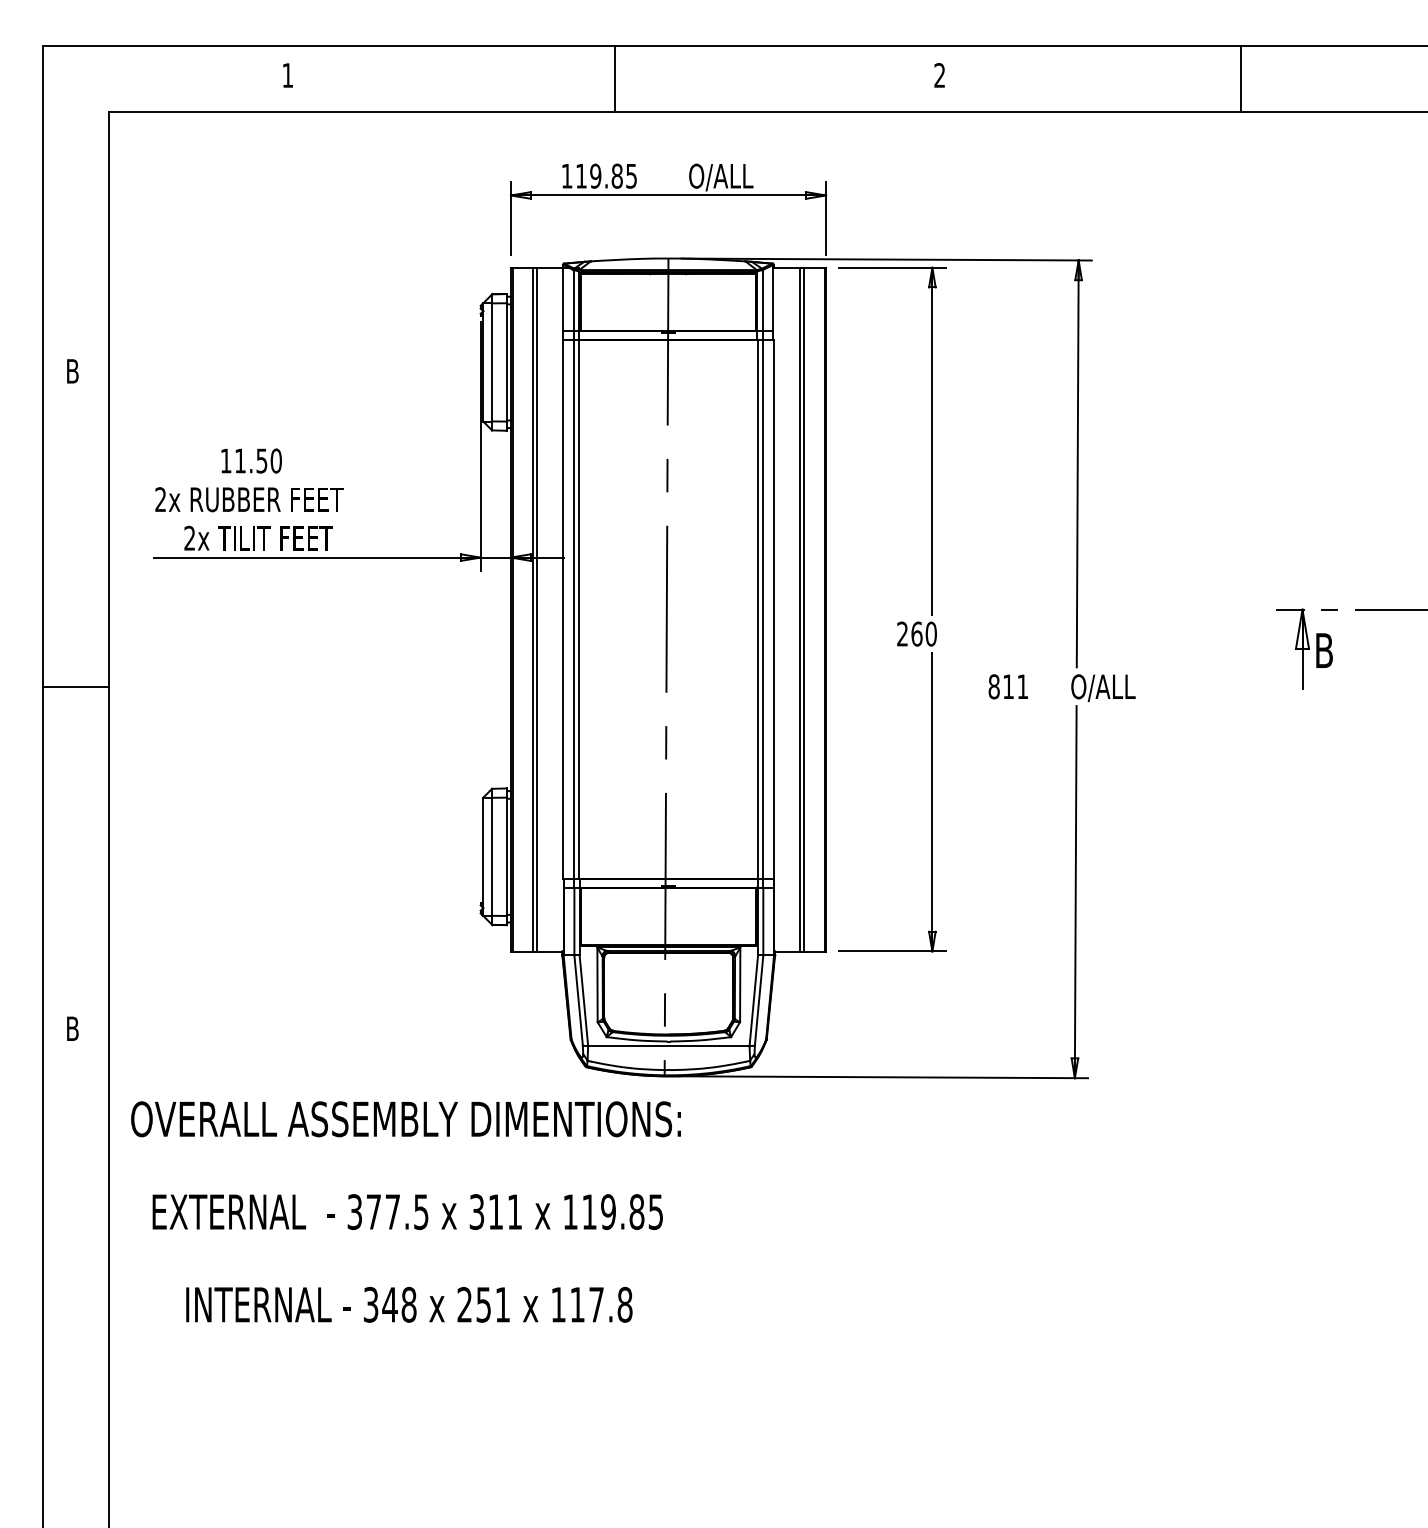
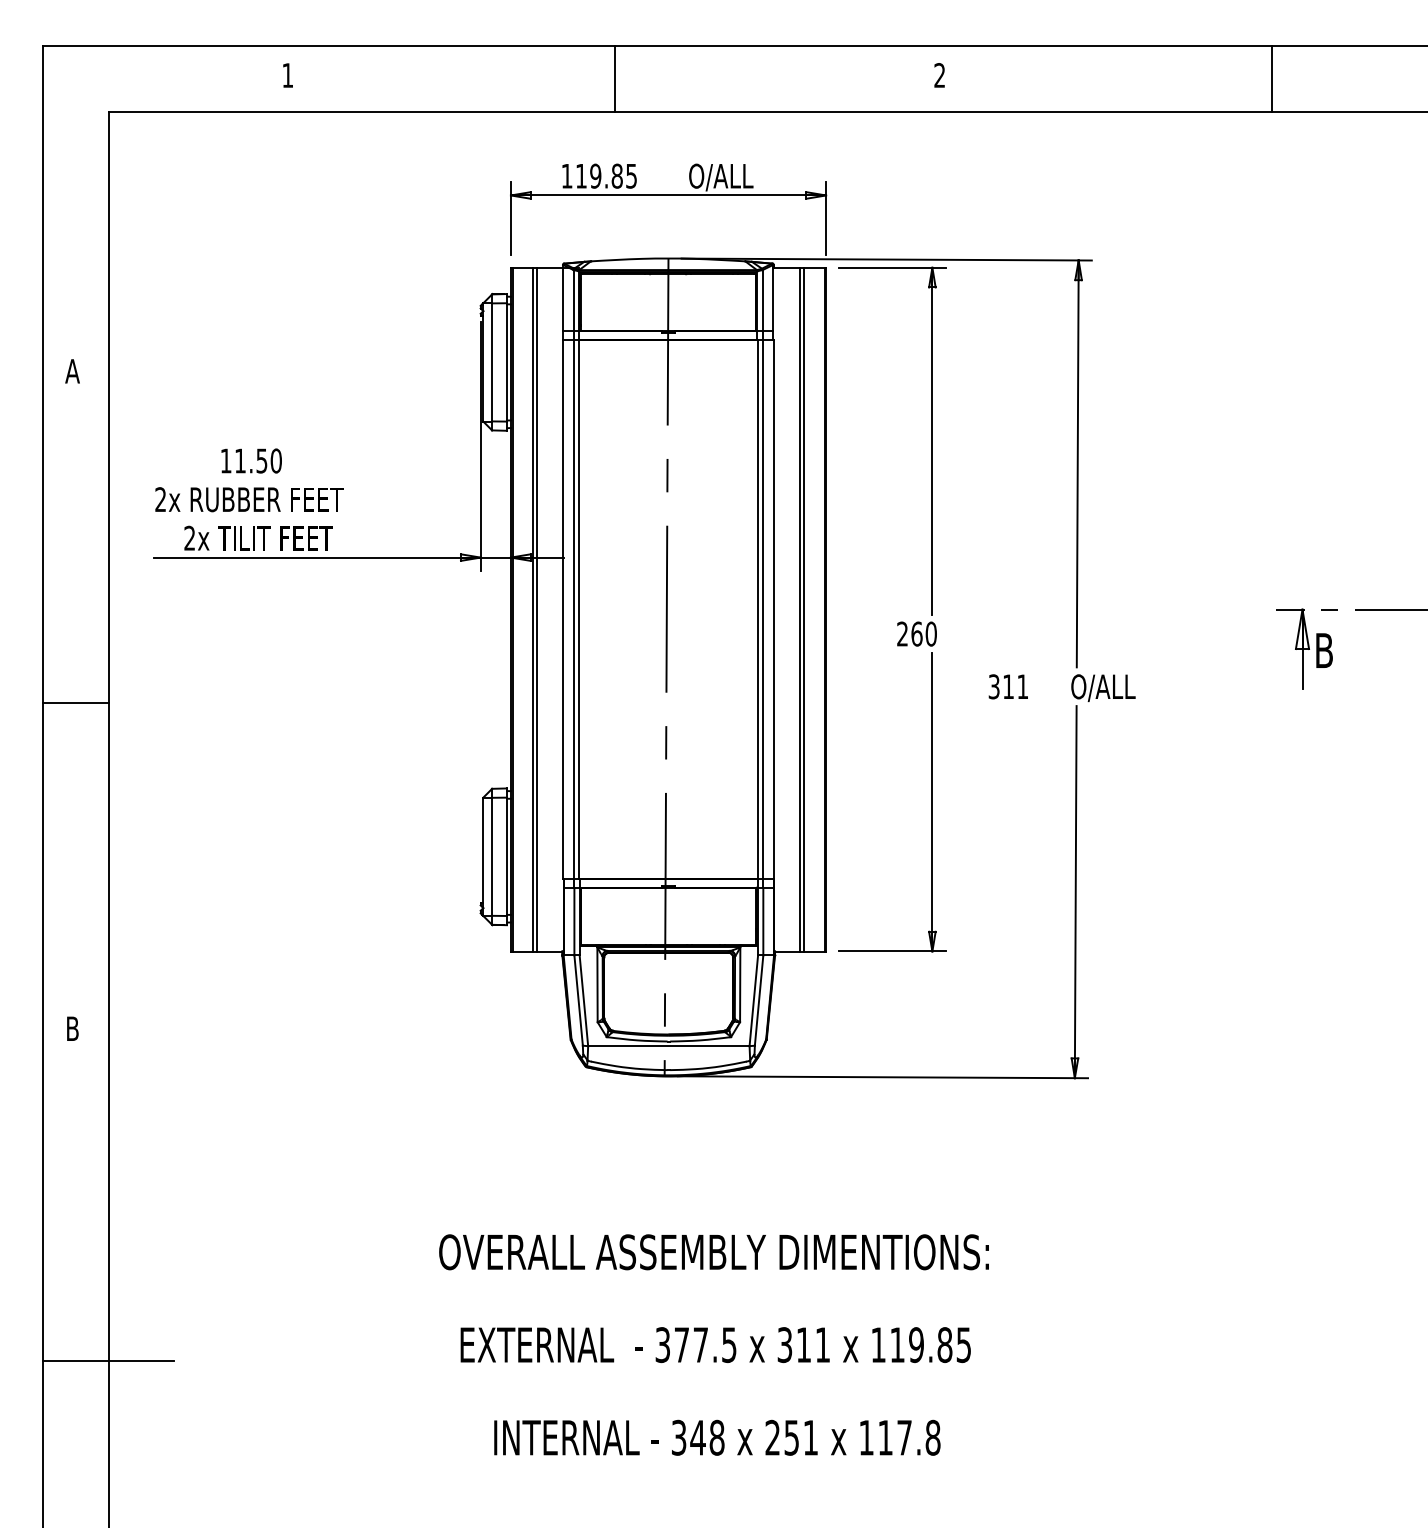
line at (1241, 78) position: (1241, 78) -> (1272, 78)
text at (72, 371): B -> A
text at (993, 686): 811 -> 311
line at (75, 687) position: (75, 687) -> (75, 703)
text at (405, 1211) position: (405, 1211) -> (713, 1344)
line at (108, 1360): none -> present
